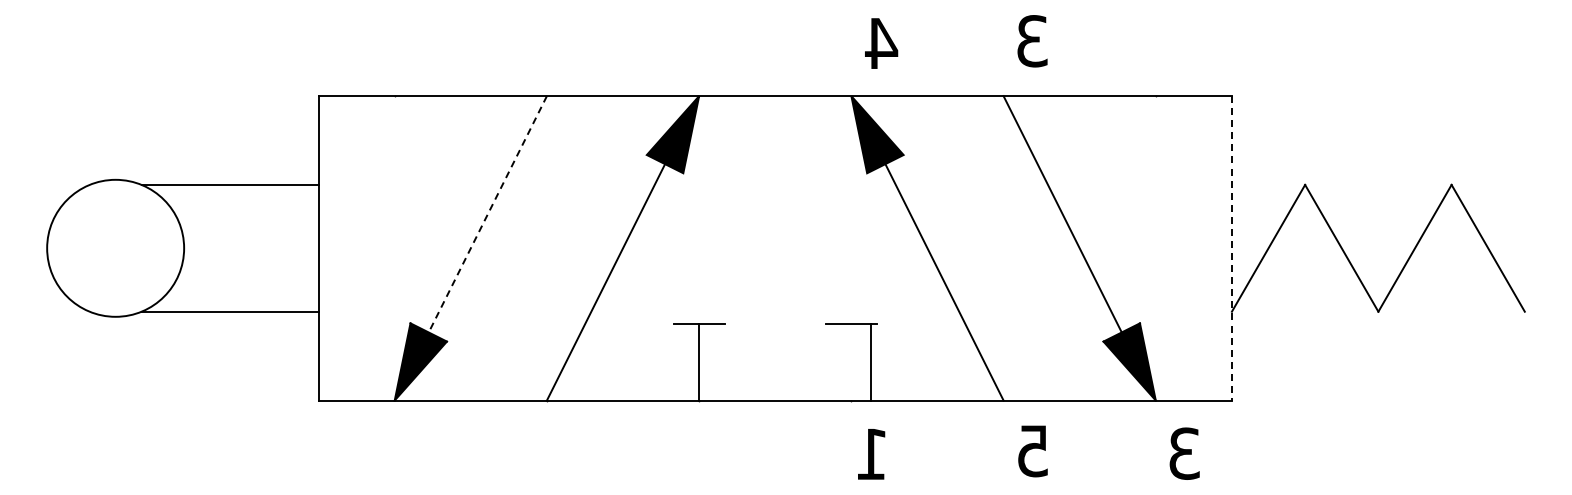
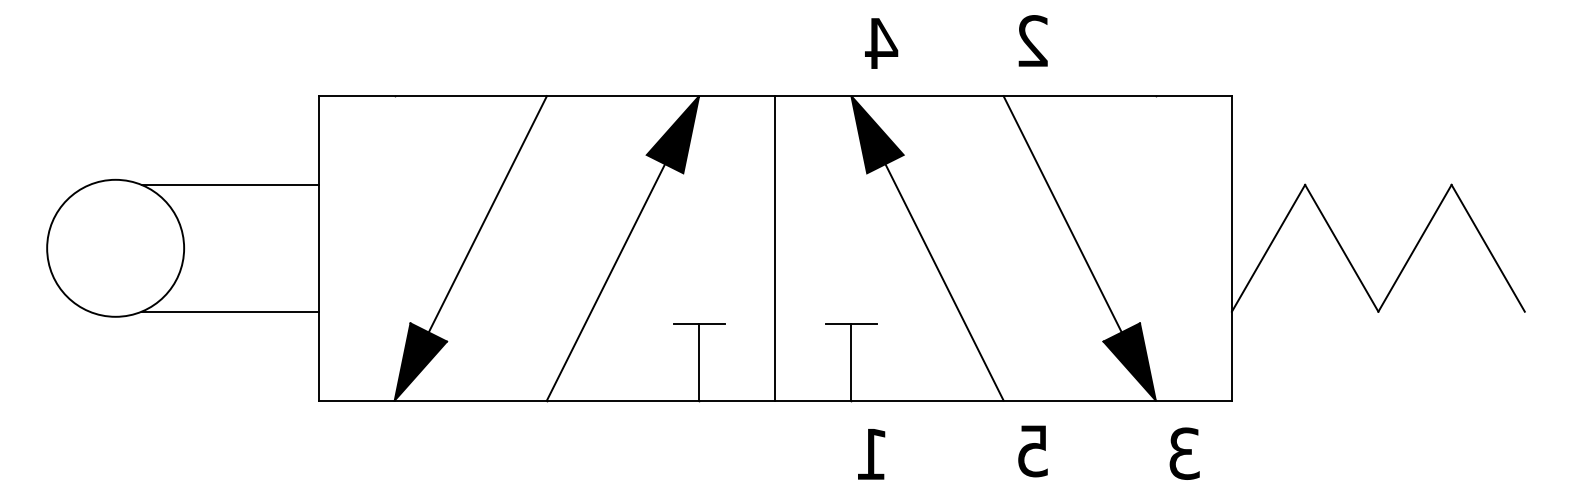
text at (1032, 41): 3 -> 2
line at (487, 214): dashed -> solid
line at (775, 248): none -> present
line at (1231, 248): dashed -> solid
line at (871, 362) position: (871, 362) -> (851, 362)
